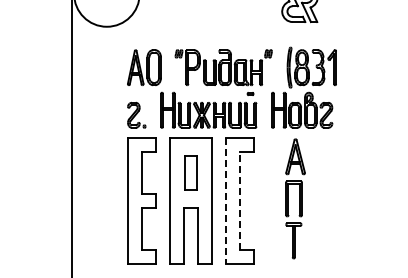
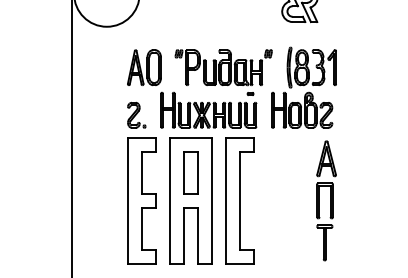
part at (190, 172) size: 14x36 px -> 16x44 px
part at (295, 198) position: (295, 198) -> (326, 200)
line at (240, 200): dashed -> solid
line at (226, 201): dashed -> solid
